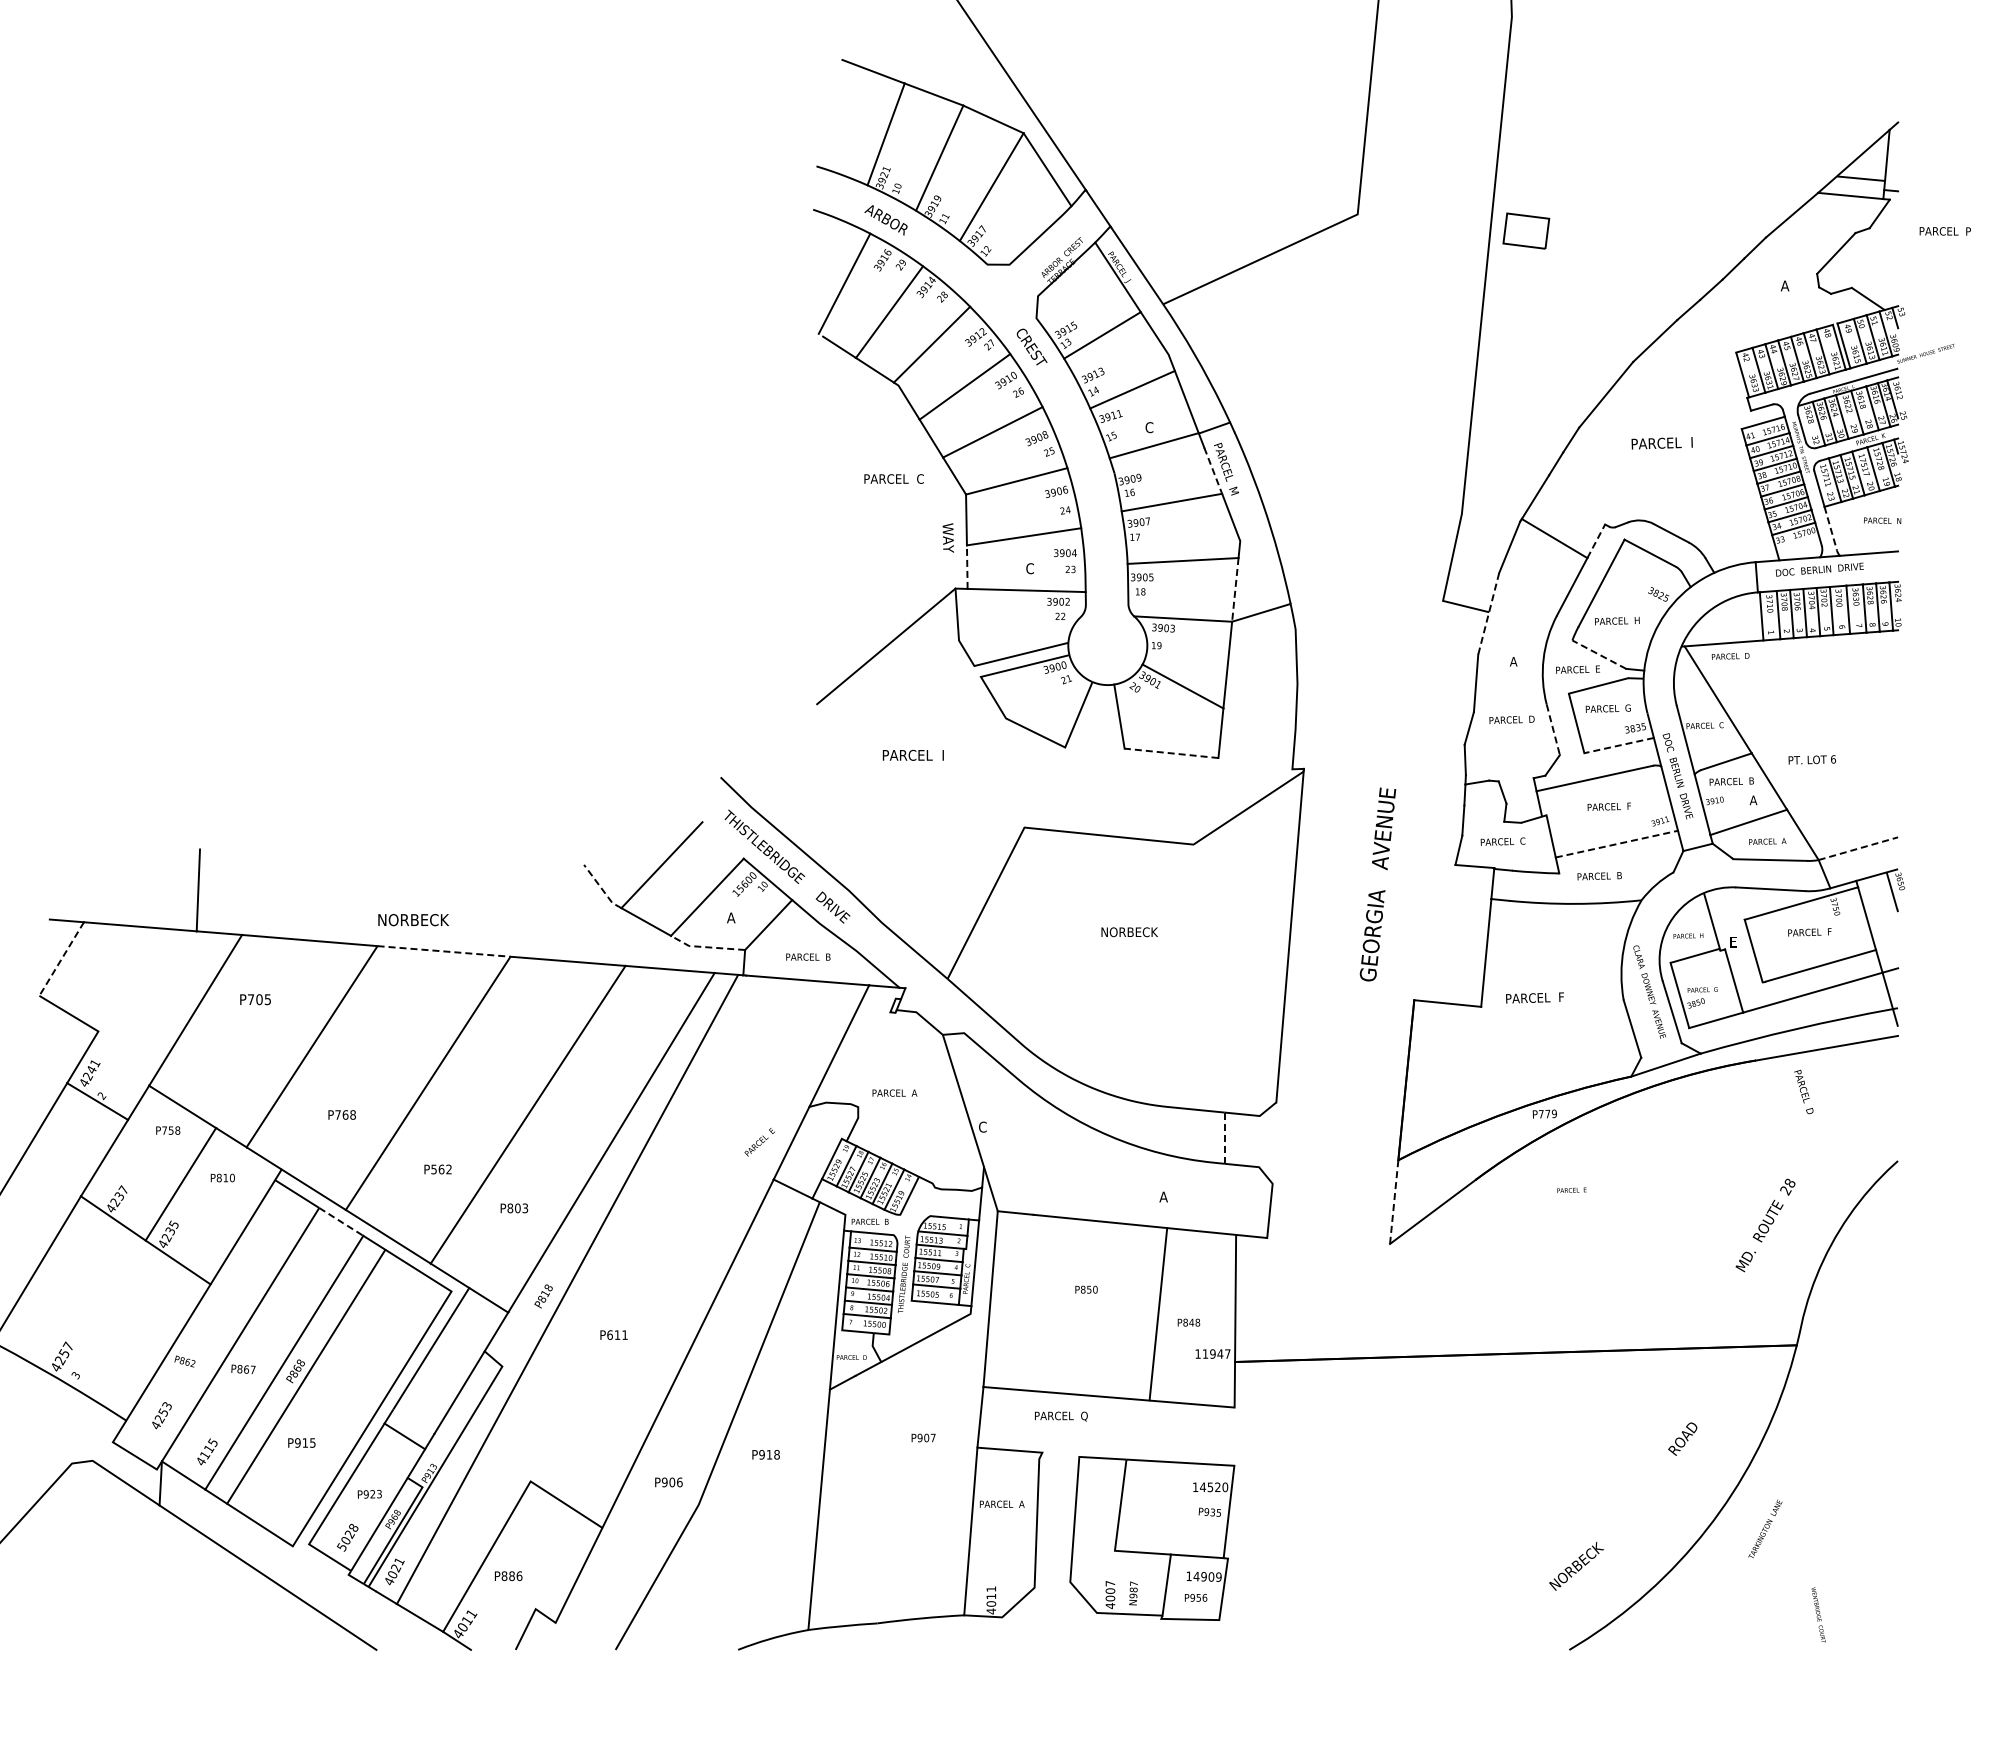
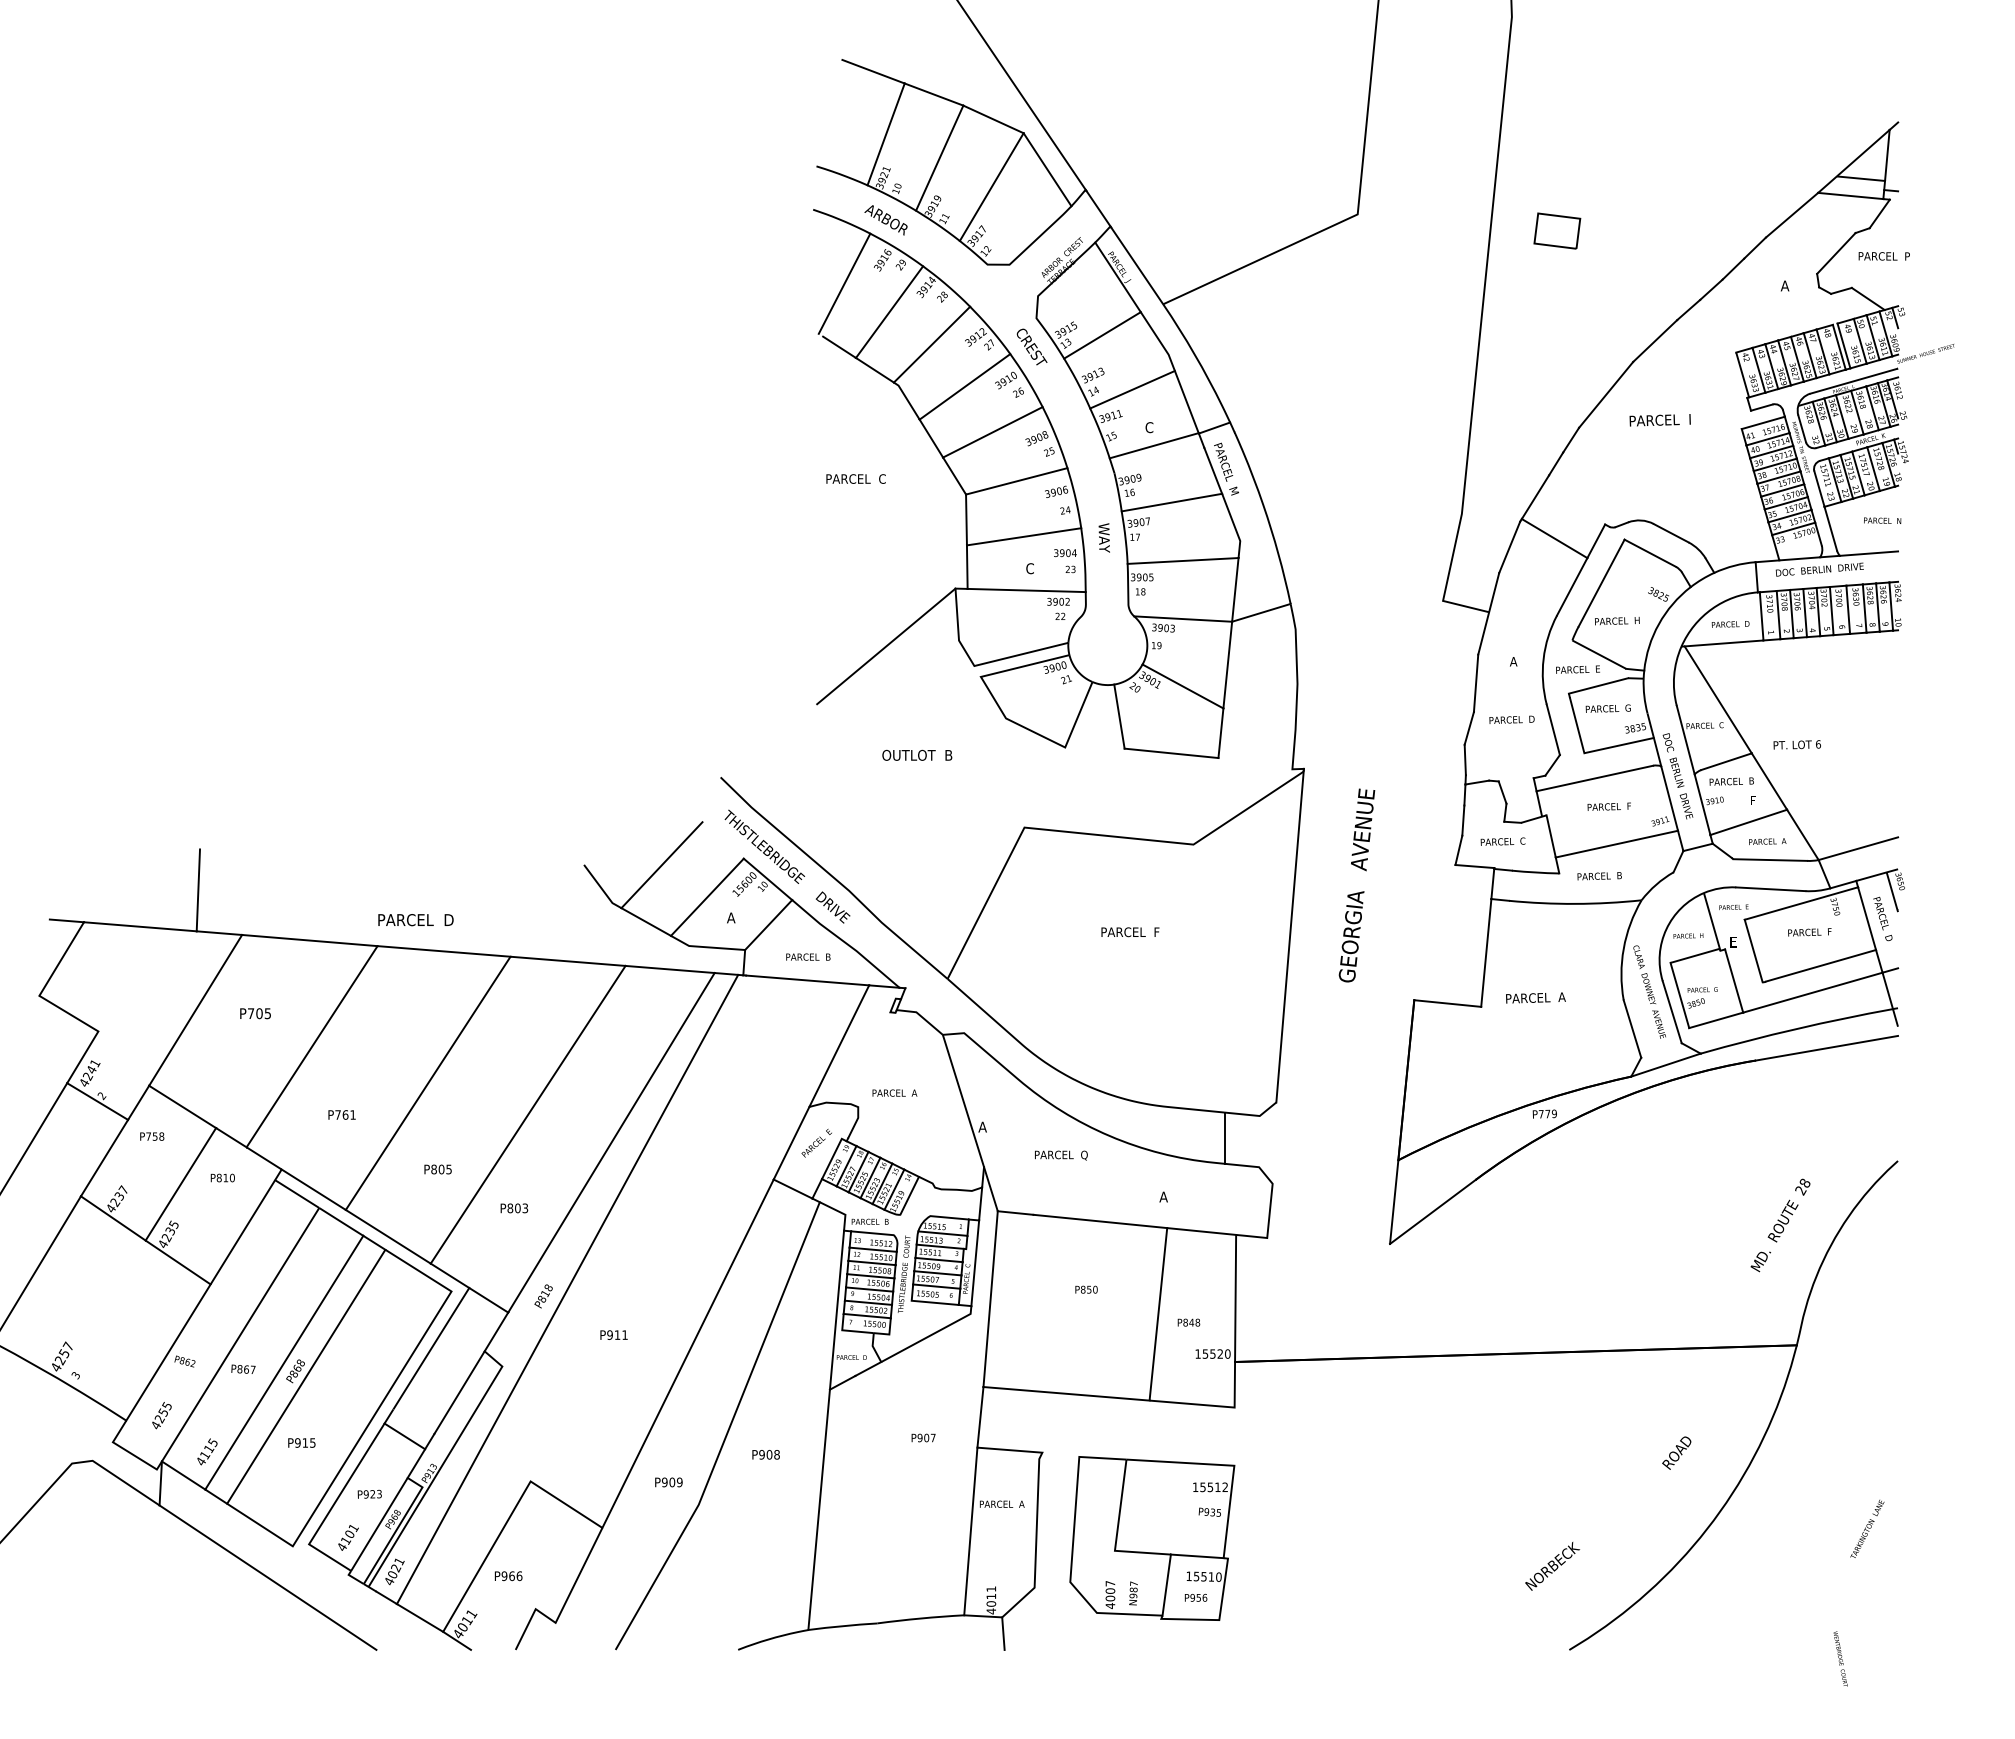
part at (1526, 230) position: (1526, 230) -> (1557, 230)
text at (1944, 231) position: (1944, 231) -> (1883, 256)
text at (1661, 443) position: (1661, 443) -> (1659, 420)
line at (1213, 470): dashed -> solid
text at (893, 478) position: (893, 478) -> (855, 478)
line at (1830, 528): dashed -> solid
text at (947, 537) position: (947, 537) -> (1103, 537)
line at (1596, 541): dashed -> solid
line at (967, 567): dashed -> solid
line at (1235, 590): dashed -> solid
line at (1488, 614): dashed -> solid
line at (1598, 654): dashed -> solid
text at (1730, 656) position: (1730, 656) -> (1730, 624)
line at (1553, 730): dashed -> solid
line at (1620, 745): dashed -> solid
line at (1171, 753): dashed -> solid
text at (917, 754): PARCEL  I -> OUTLOT  B
text at (1811, 759) position: (1811, 759) -> (1796, 744)
text at (1753, 800): A -> F
line at (1616, 844): dashed -> solid
line at (1858, 848): dashed -> solid
text at (1377, 884) position: (1377, 884) -> (1356, 885)
line at (601, 888): dashed -> solid
text at (416, 920): NORBECK -> PARCEL  D
text at (1130, 932): NORBECK -> PARCEL  F
line at (705, 947): dashed -> solid
line at (444, 951): dashed -> solid
line at (61, 959): dashed -> solid
text at (1561, 996): PARCEL  F -> PARCEL  A
text at (255, 999) position: (255, 999) -> (255, 1013)
text at (1803, 1091) position: (1803, 1091) -> (1882, 918)
text at (352, 1114): P768 -> P761
text at (982, 1126): C -> A
text at (168, 1130) position: (168, 1130) -> (152, 1136)
line at (1224, 1138): dashed -> solid
text at (759, 1141) position: (759, 1141) -> (816, 1142)
text at (441, 1169): P562 -> P805
text at (1571, 1189) position: (1571, 1189) -> (1733, 906)
line at (1394, 1202): dashed -> solid
line at (341, 1222): dashed -> solid
text at (1765, 1225) position: (1765, 1225) -> (1780, 1225)
text at (609, 1334): P611 -> P911
text at (1216, 1353): 11947 -> 15520
text at (166, 1404): 4253 -> 4255
text at (1061, 1416) position: (1061, 1416) -> (1061, 1155)
text at (1682, 1438) position: (1682, 1438) -> (1676, 1452)
text at (769, 1454): P918 -> P908
text at (679, 1482): P906 -> P909
text at (1214, 1487): 14520 -> 15512
text at (1765, 1528) position: (1765, 1528) -> (1867, 1528)
text at (347, 1537): 5028 -> 4101
text at (1576, 1566) position: (1576, 1566) -> (1552, 1566)
text at (507, 1576): P886 -> P966
text at (1207, 1576): 14909 -> 15510
text at (1818, 1614) position: (1818, 1614) -> (1840, 1658)
line at (1003, 1633): none -> present
